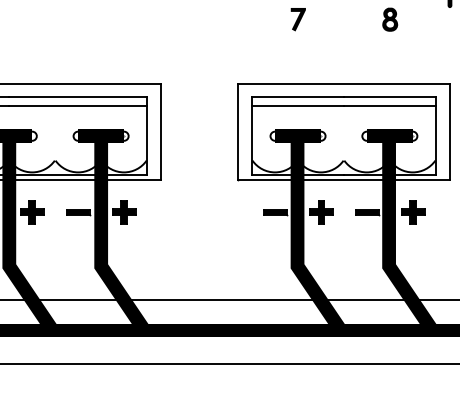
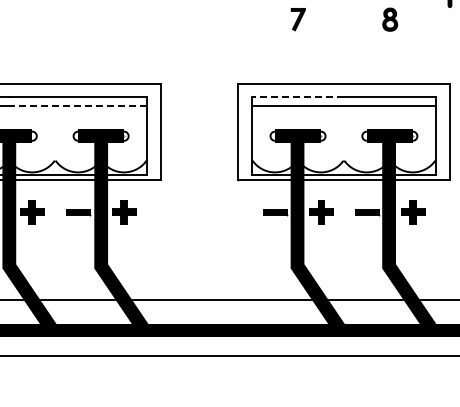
line at (298, 97): solid -> dashed
line at (78, 106): solid -> dashed
line at (229, 364) position: (229, 364) -> (229, 356)
